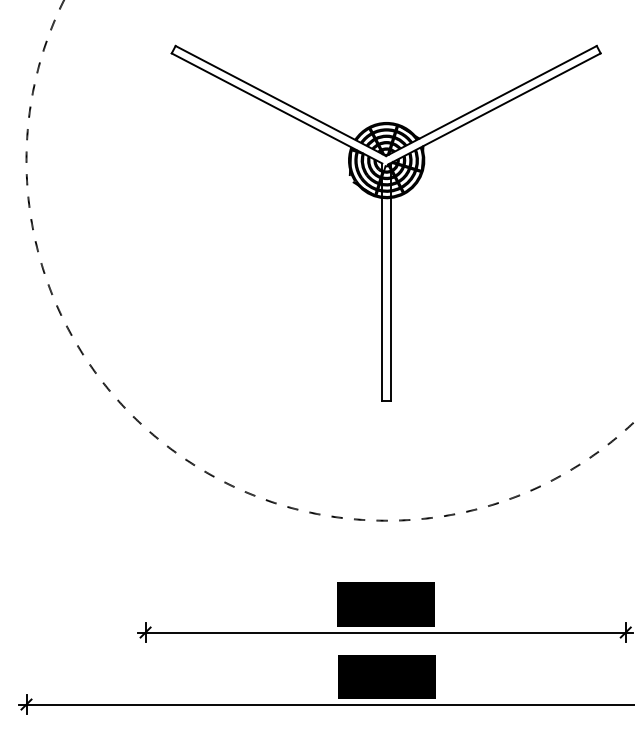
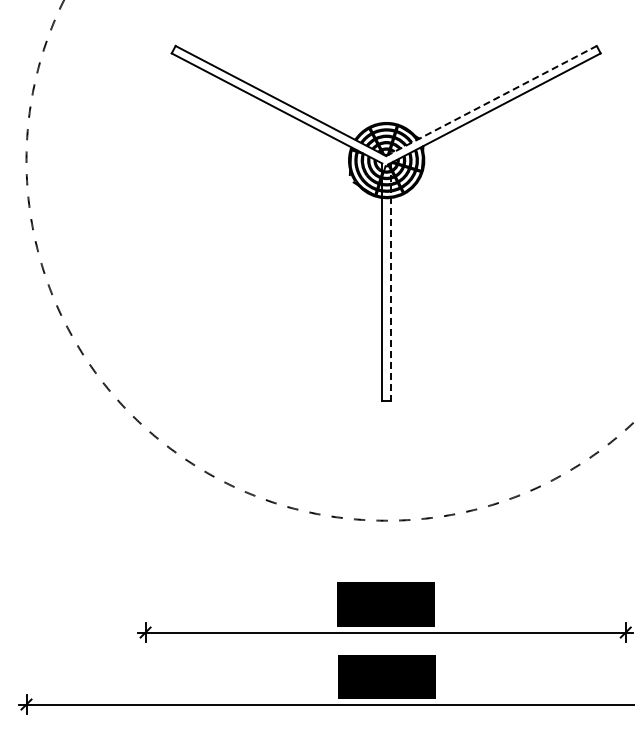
line at (491, 101): solid -> dashed
line at (390, 282): solid -> dashed
